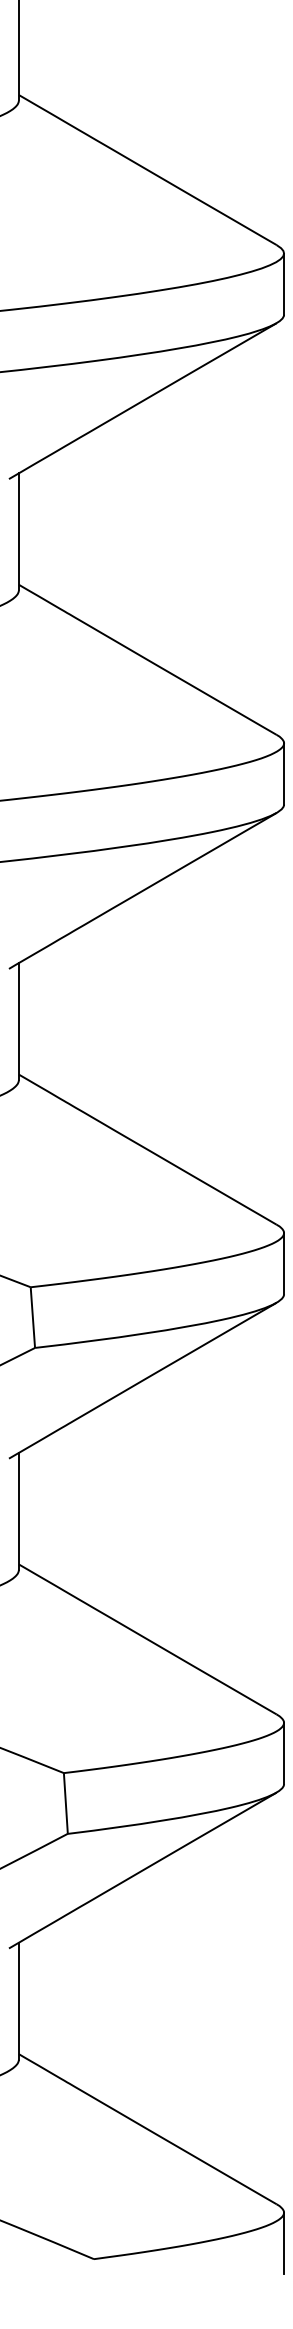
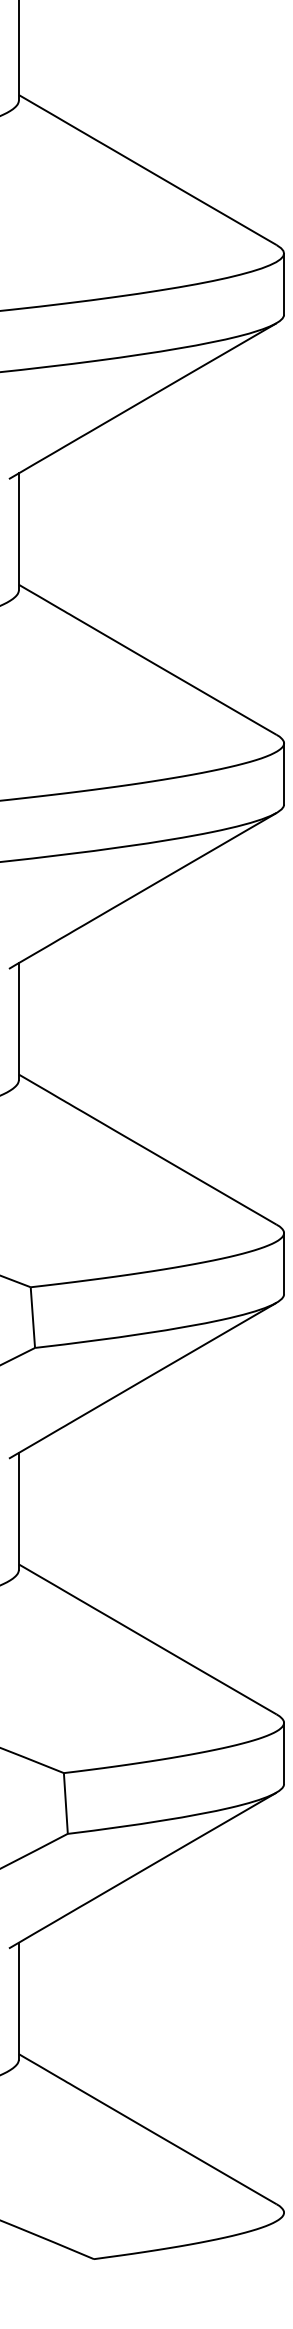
line at (284, 2242): present -> none
